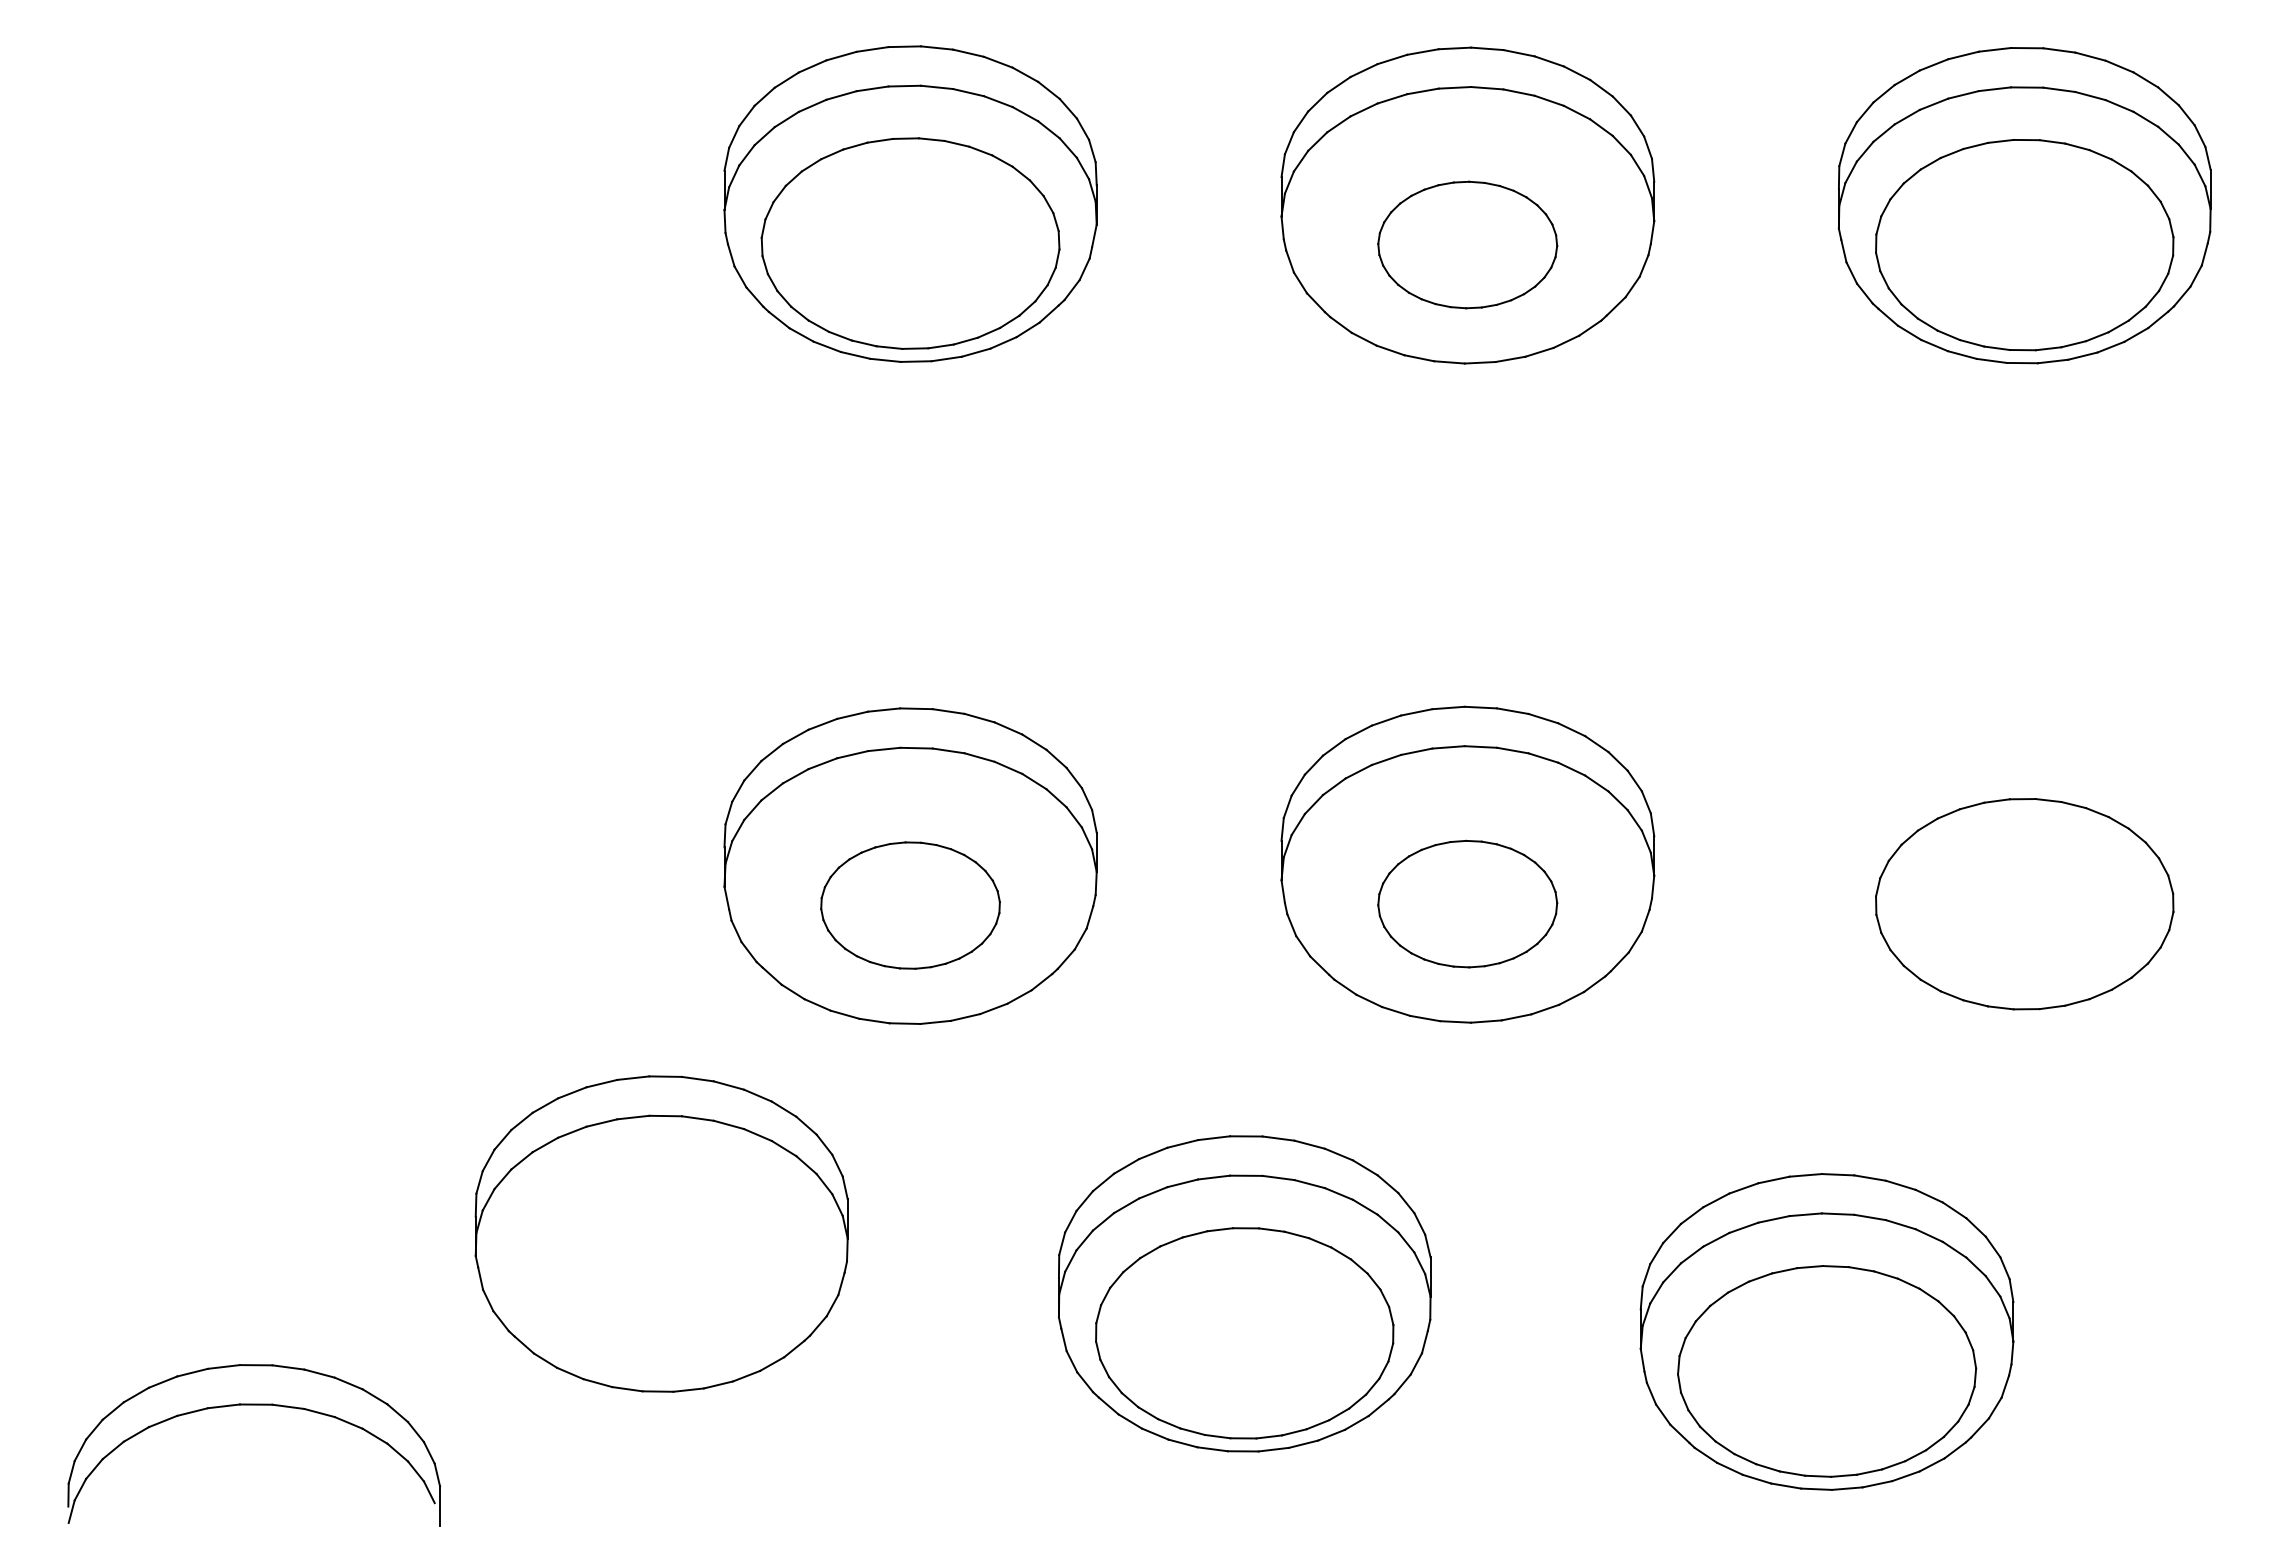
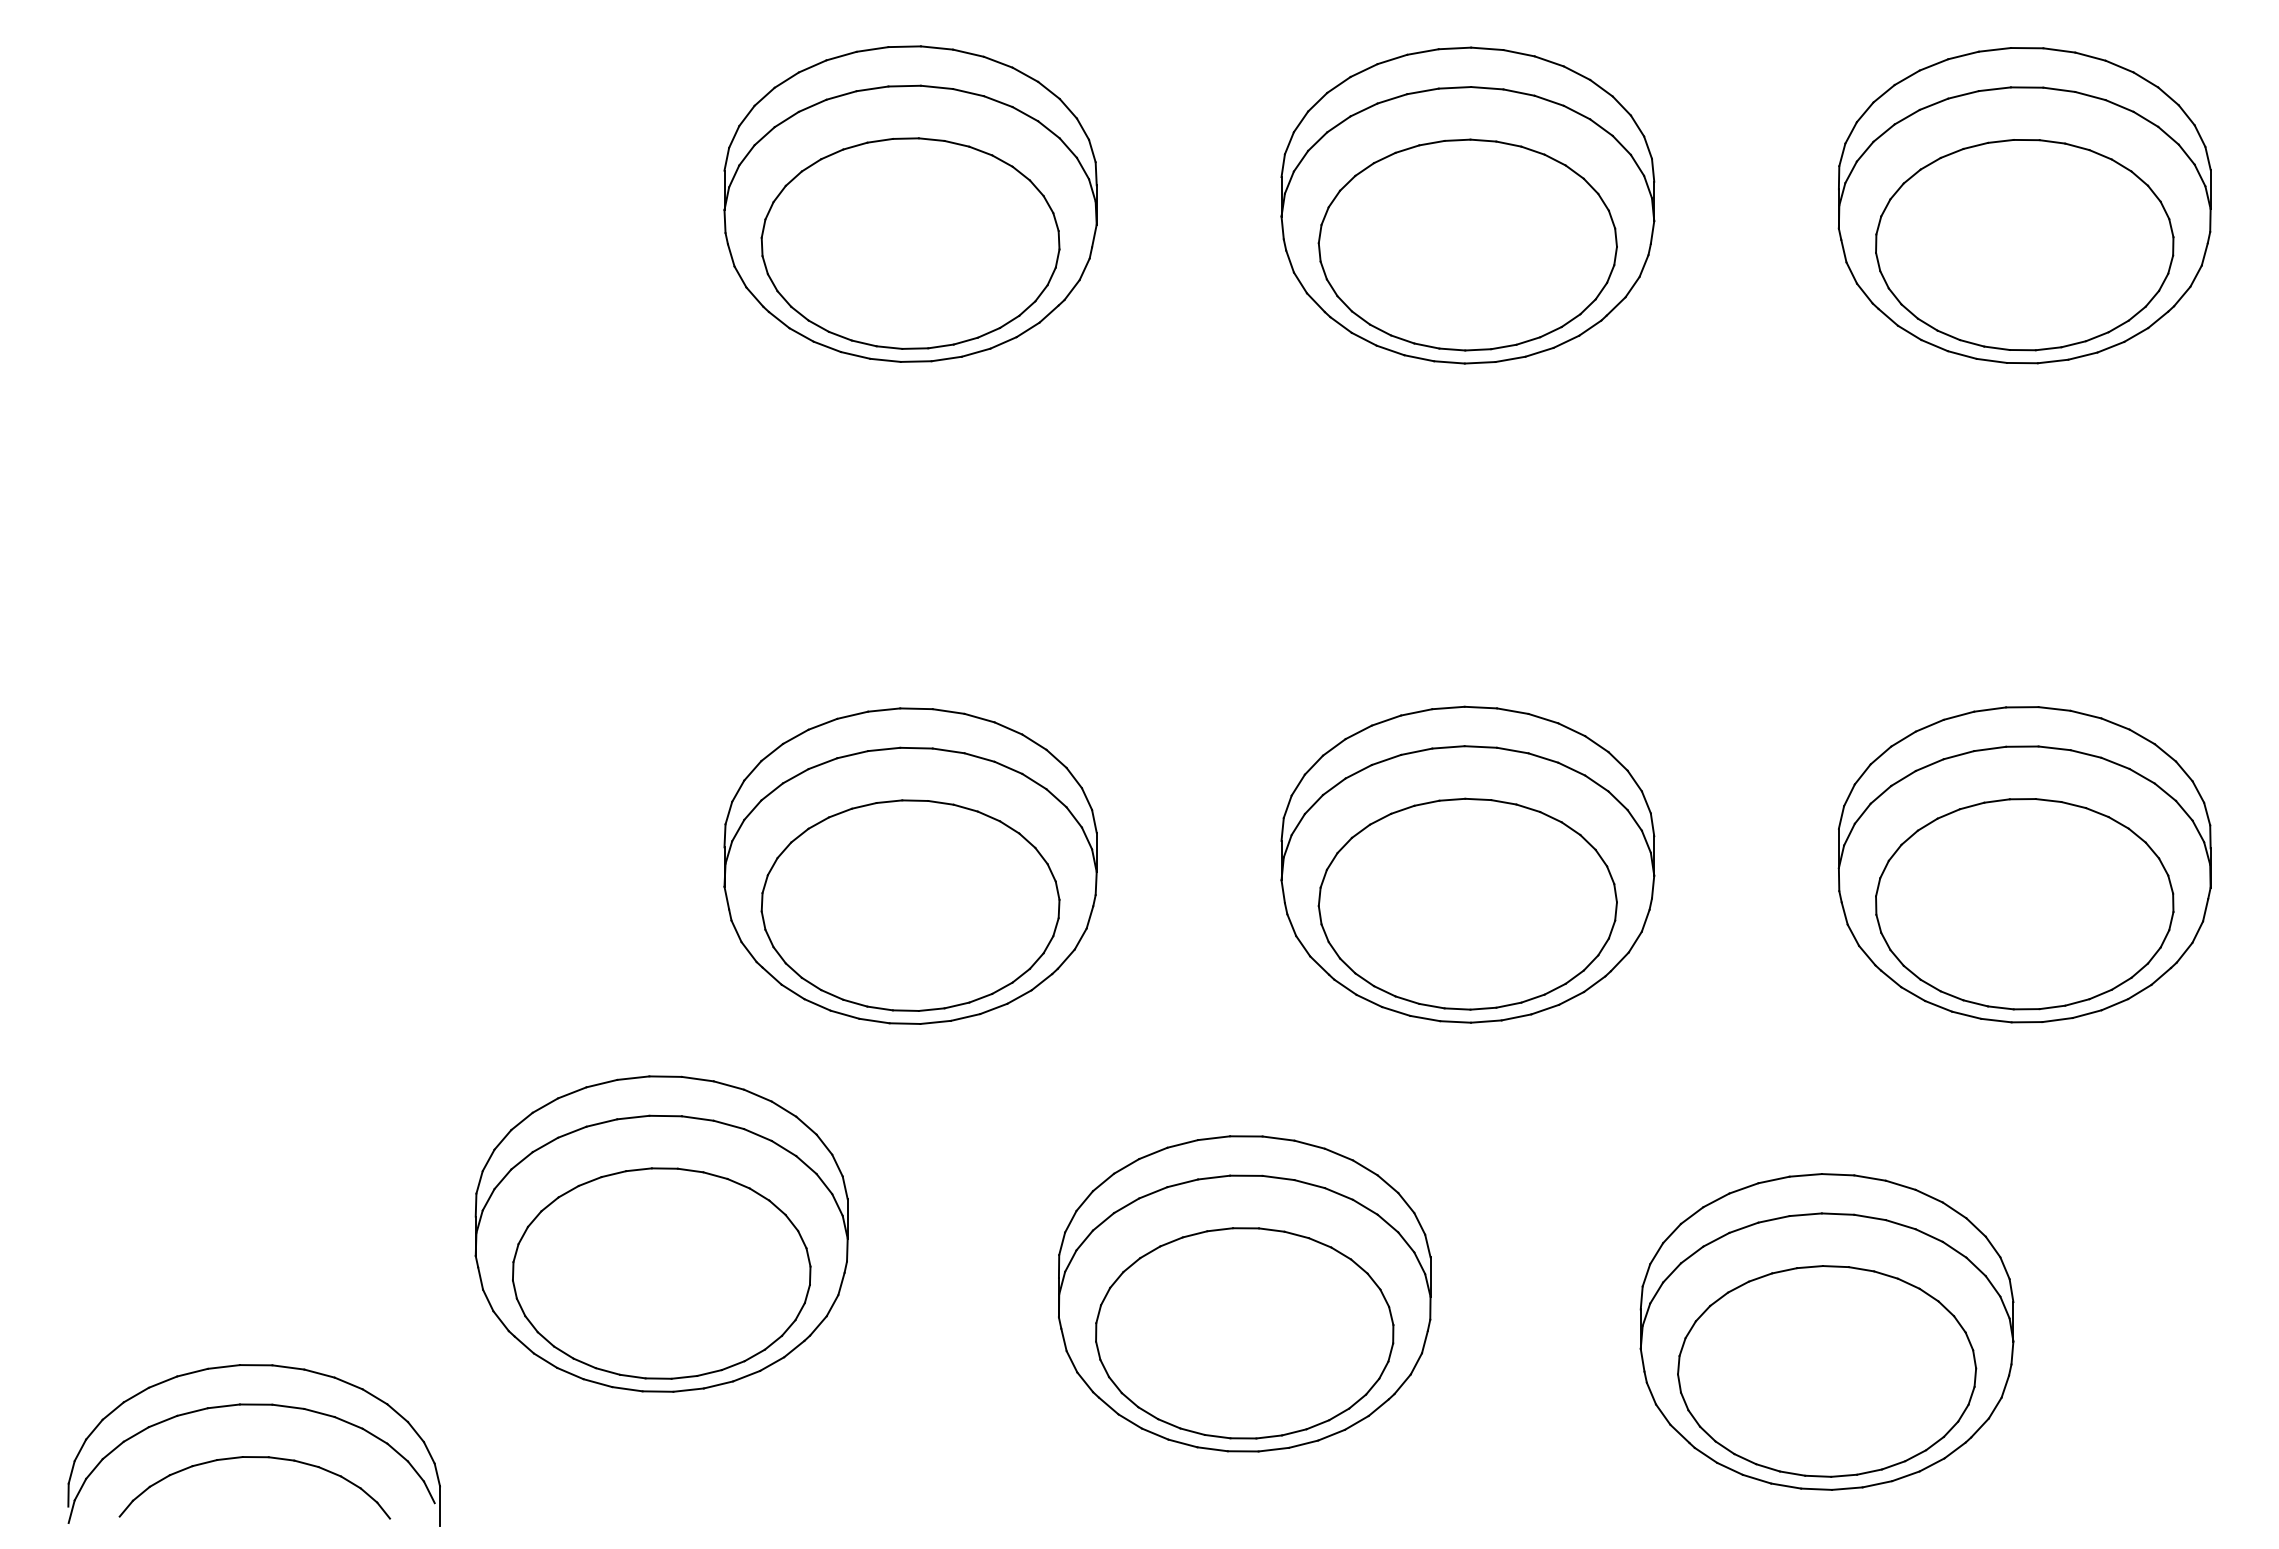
part at (1467, 244) size: 182x130 px -> 301x214 px
part at (2024, 864): none -> present
part at (1467, 903) size: 182x130 px -> 301x214 px
part at (910, 905) size: 181x129 px -> 301x213 px
part at (661, 1273): none -> present
part at (259, 1458): none -> present
